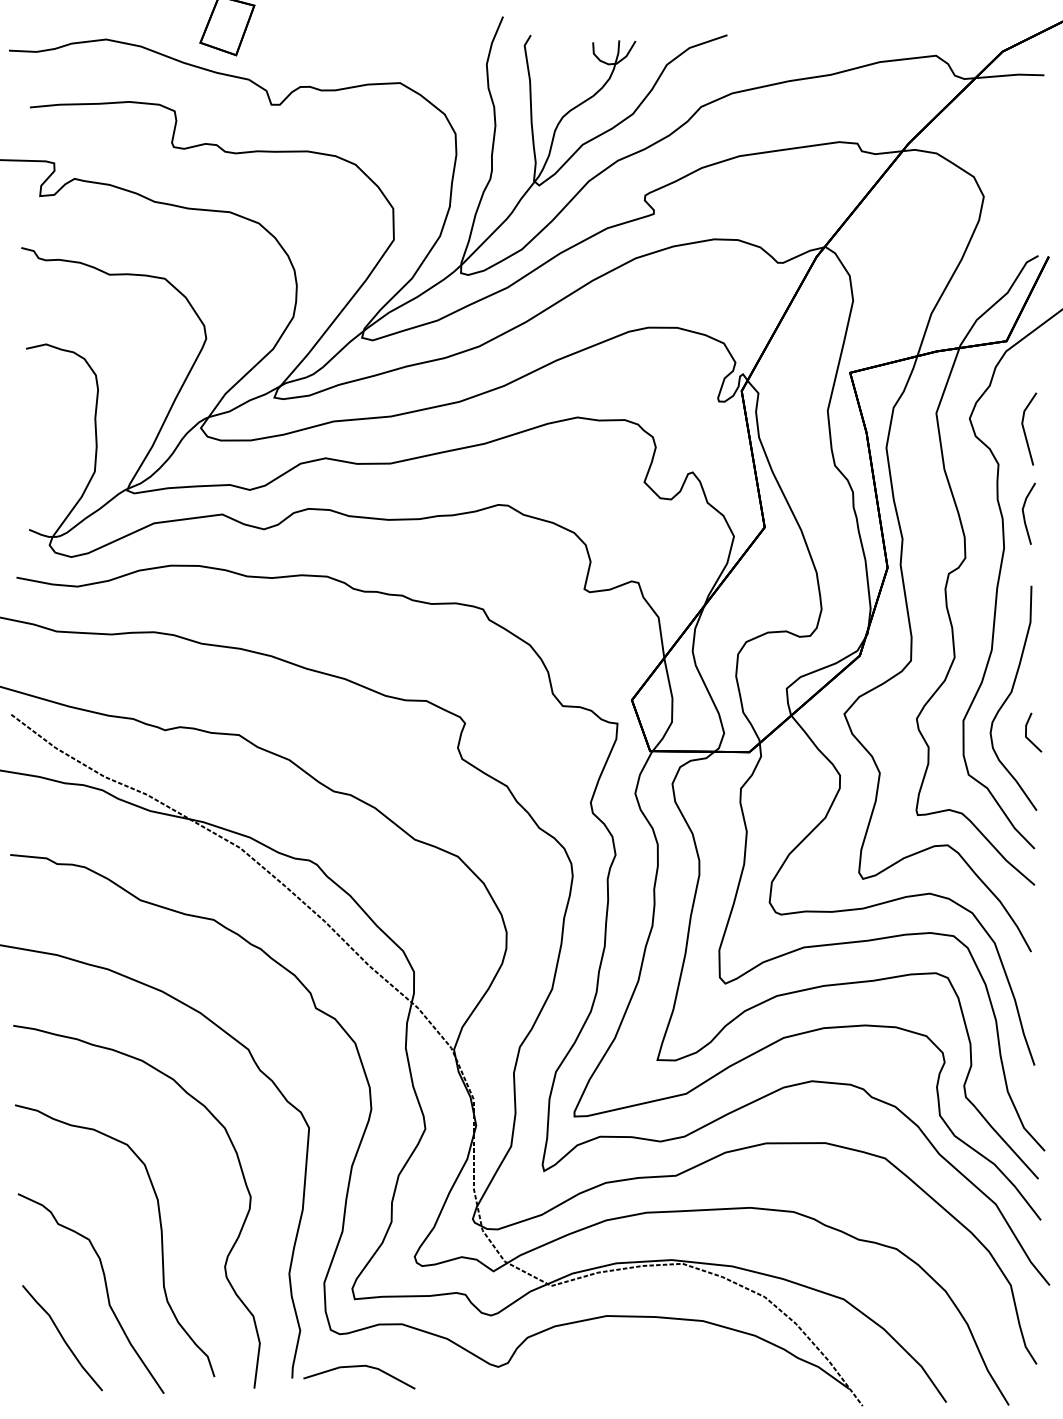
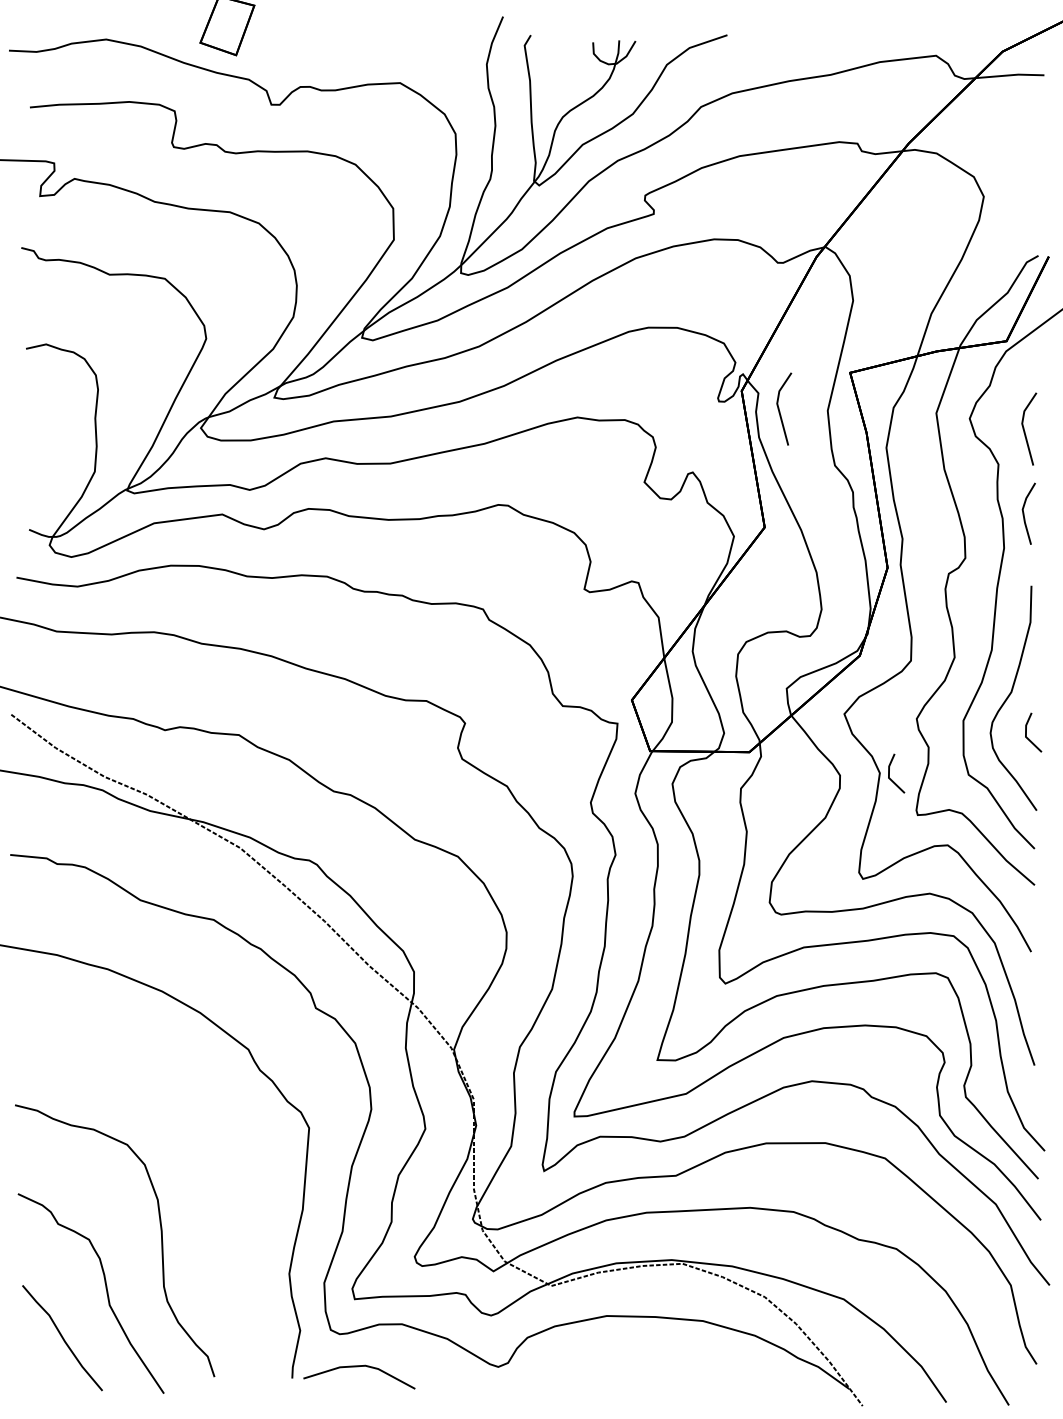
line at (779, 408): none -> present
line at (889, 773): none -> present
curve at (228, 1252): present -> none
